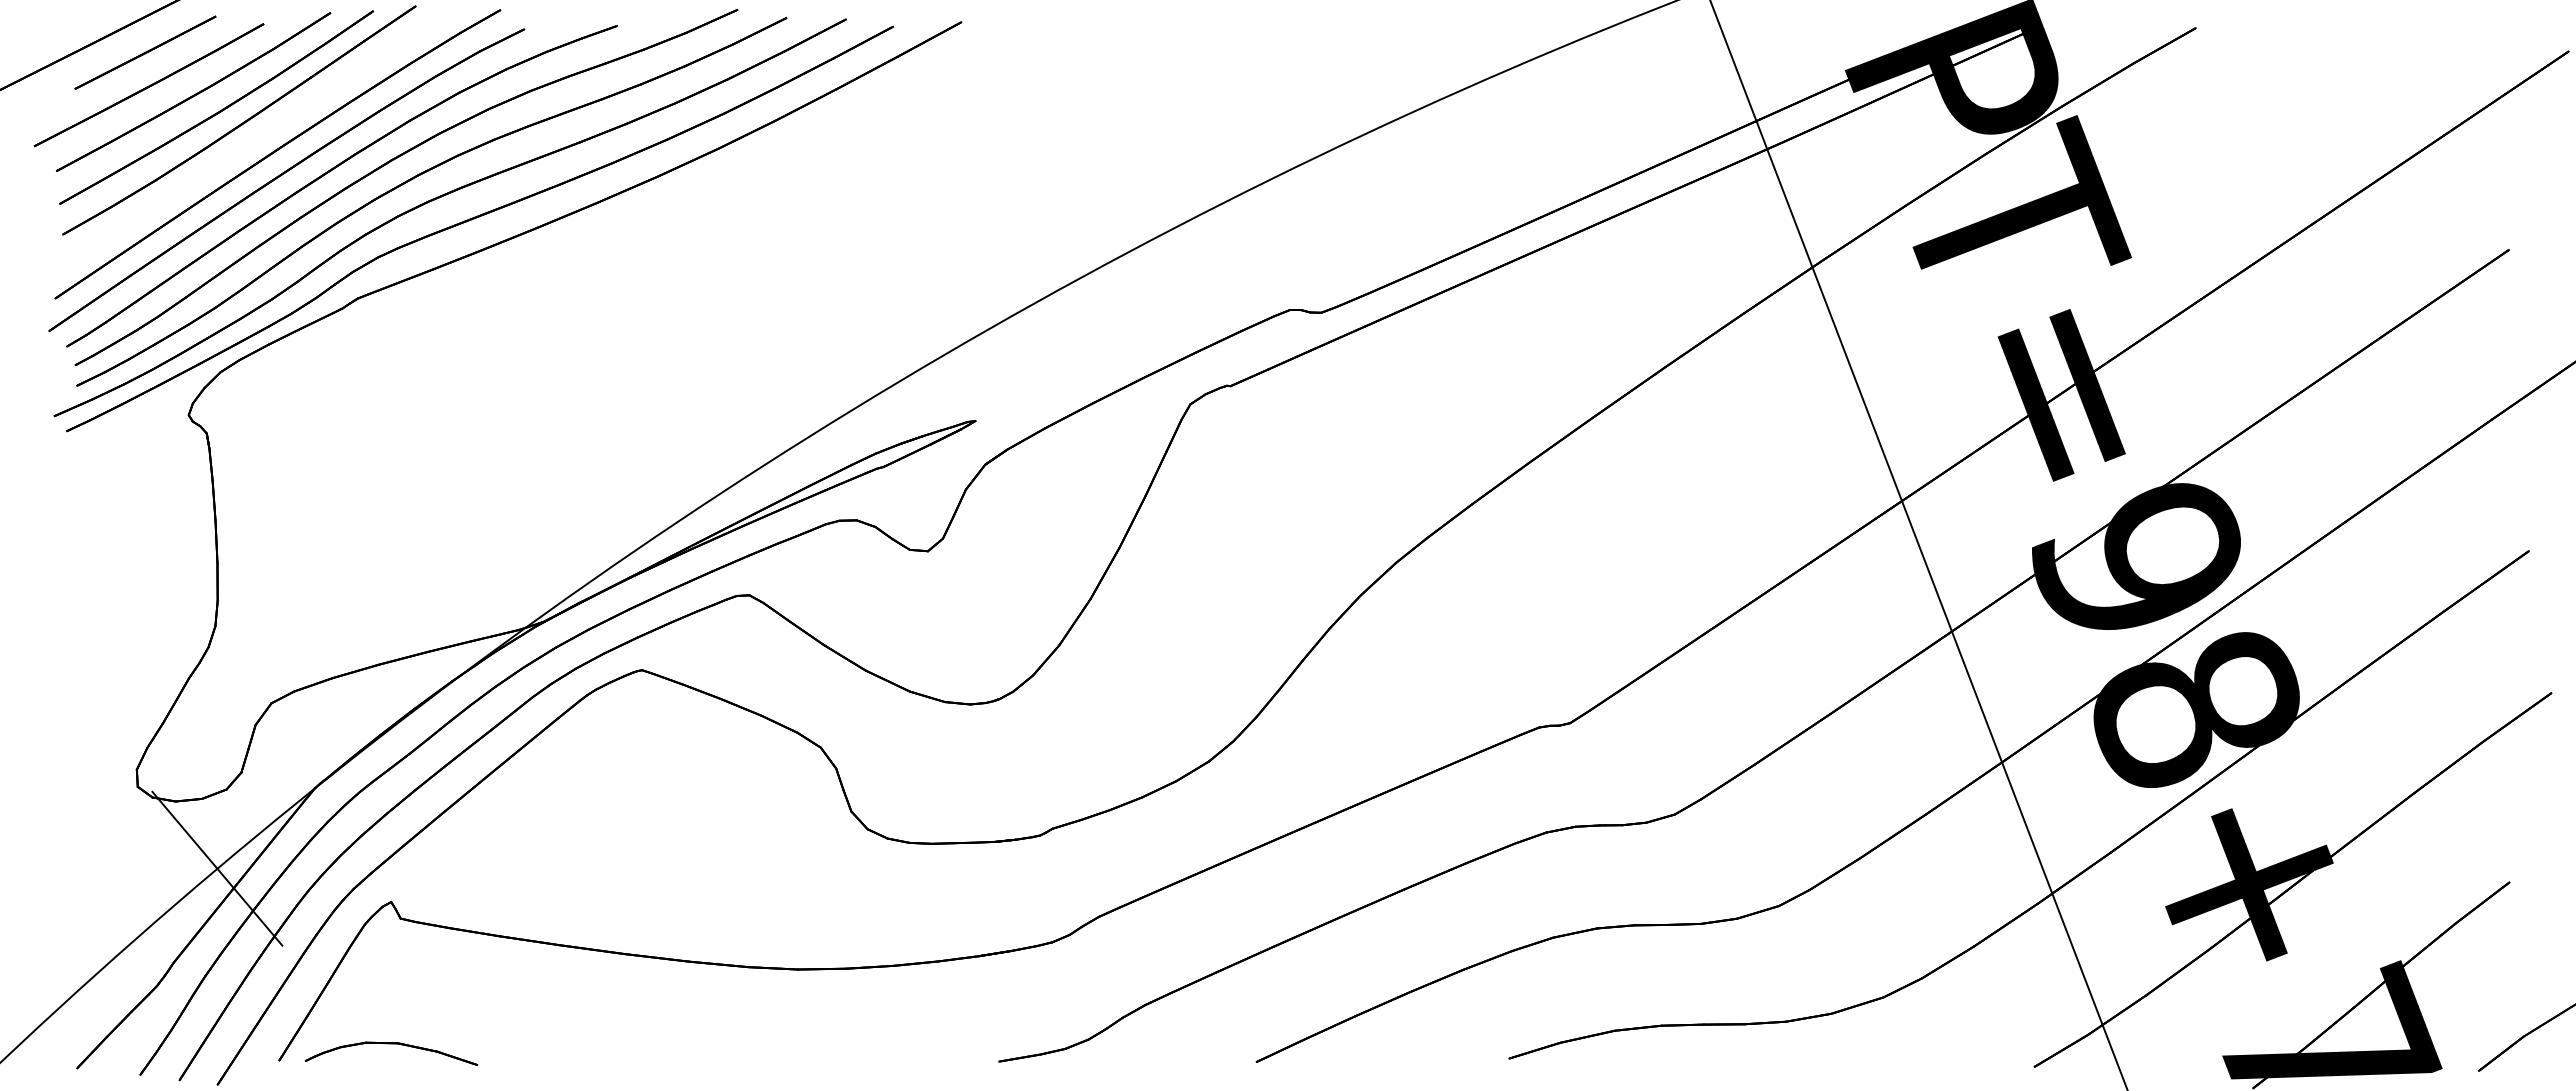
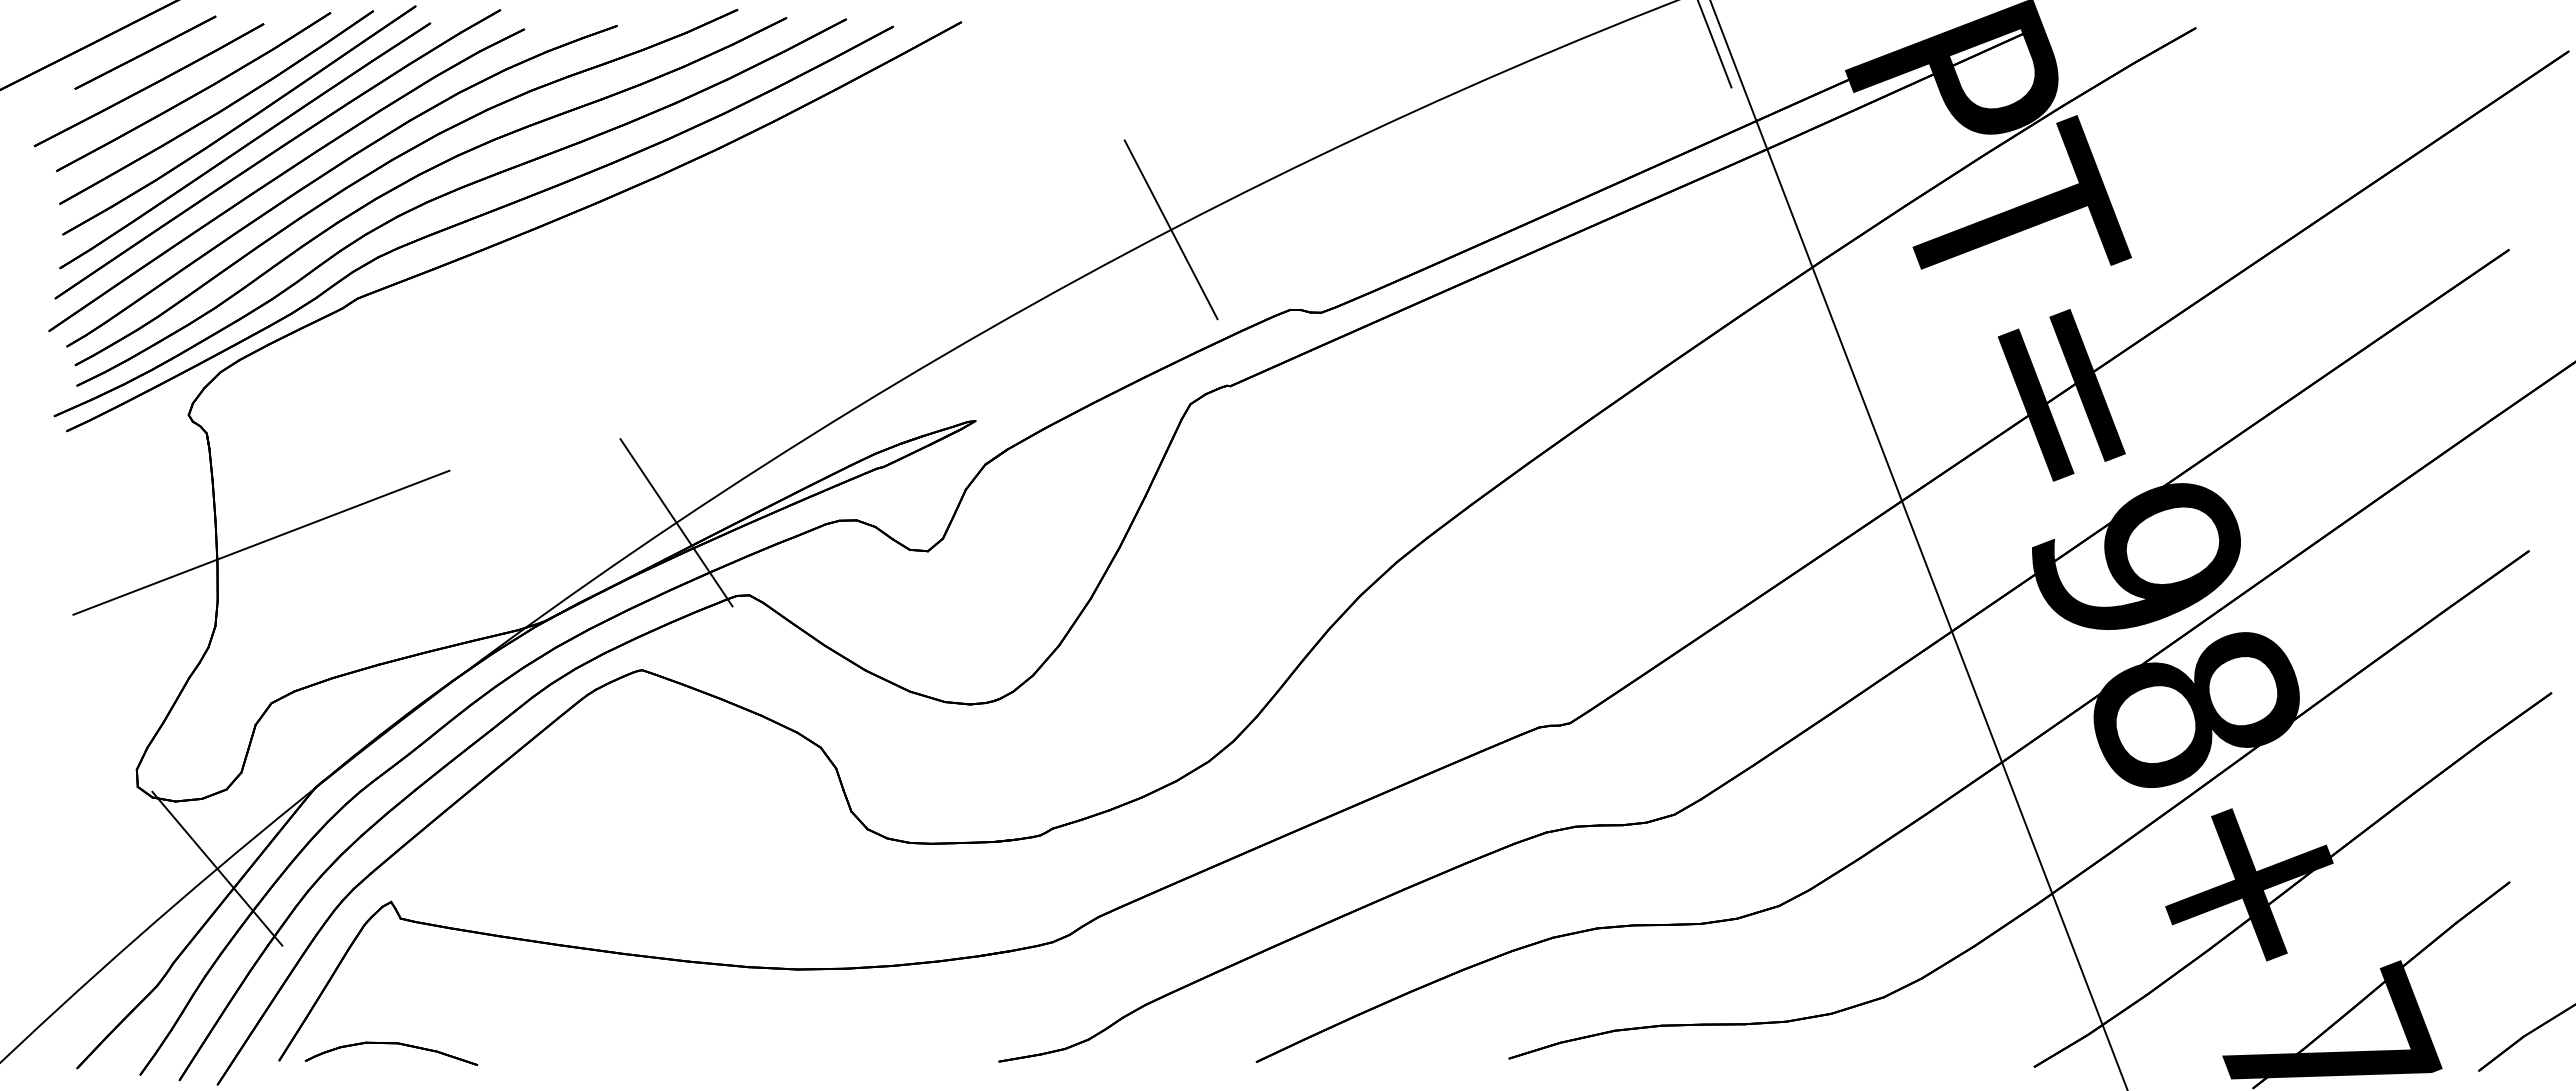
line at (1714, 44): none -> present
part at (245, 145): none -> present
line at (1170, 229): none -> present
line at (676, 522): none -> present
line at (261, 542): none -> present
